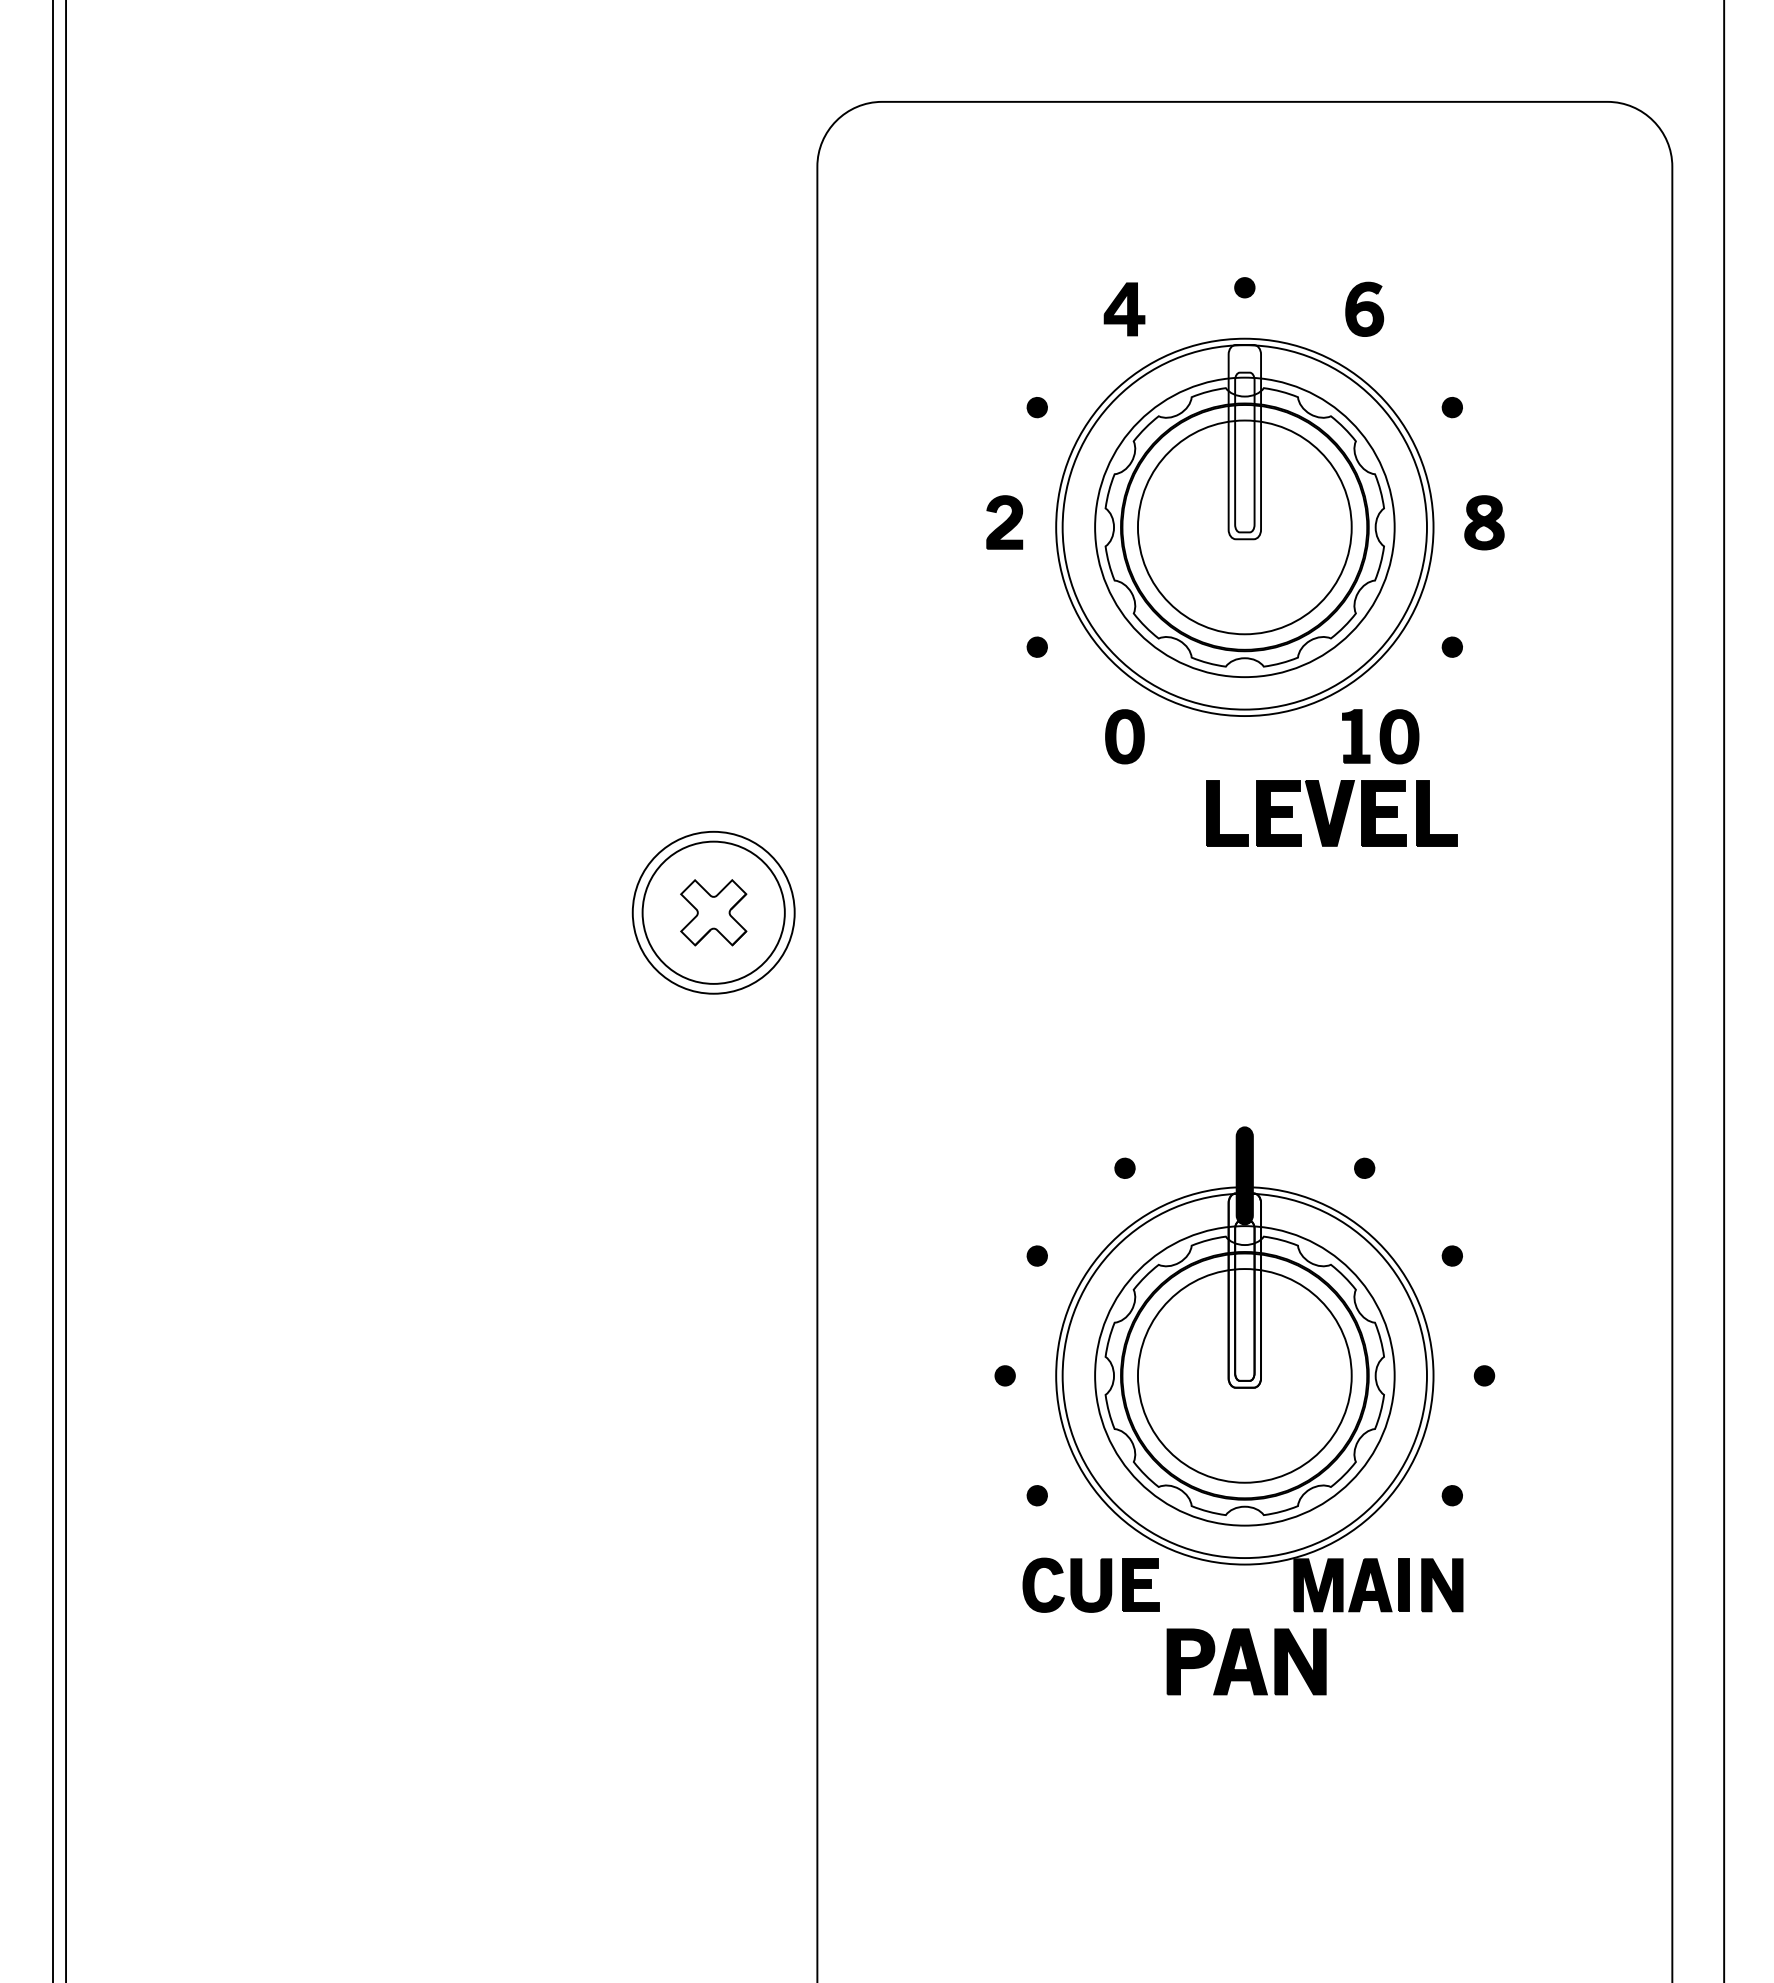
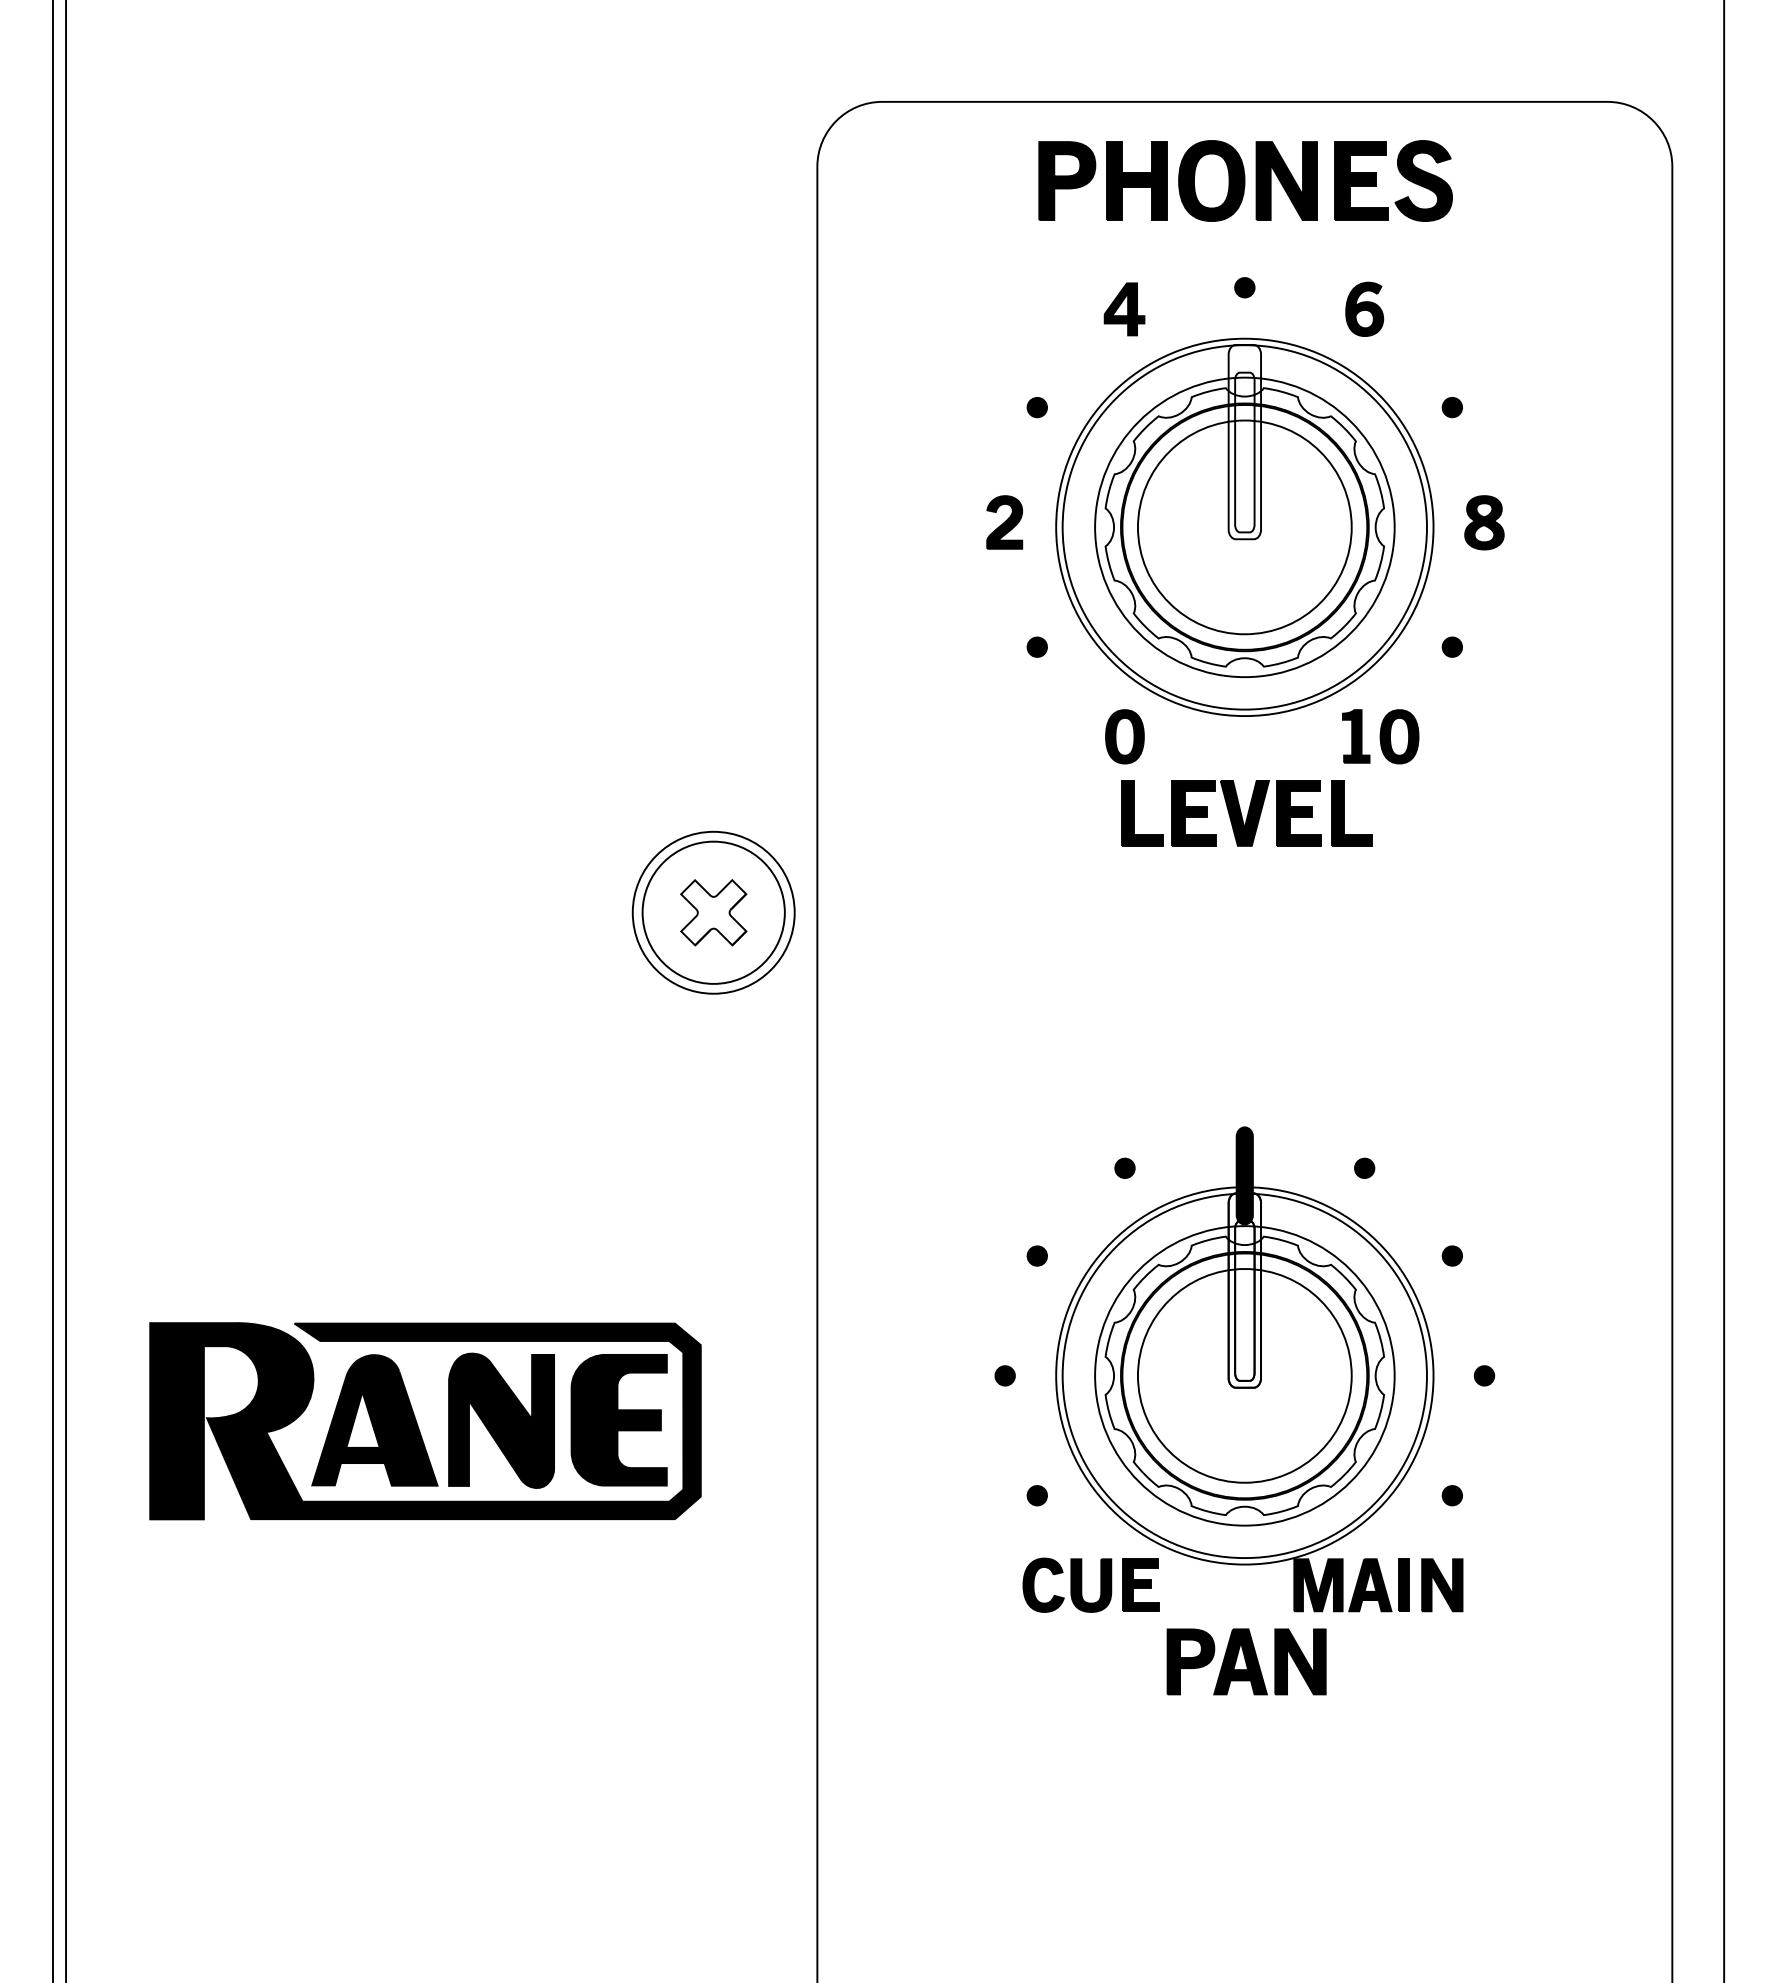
part at (1245, 180): none -> present
part at (1331, 813) position: (1331, 813) -> (1246, 813)
part at (417, 1422): none -> present
